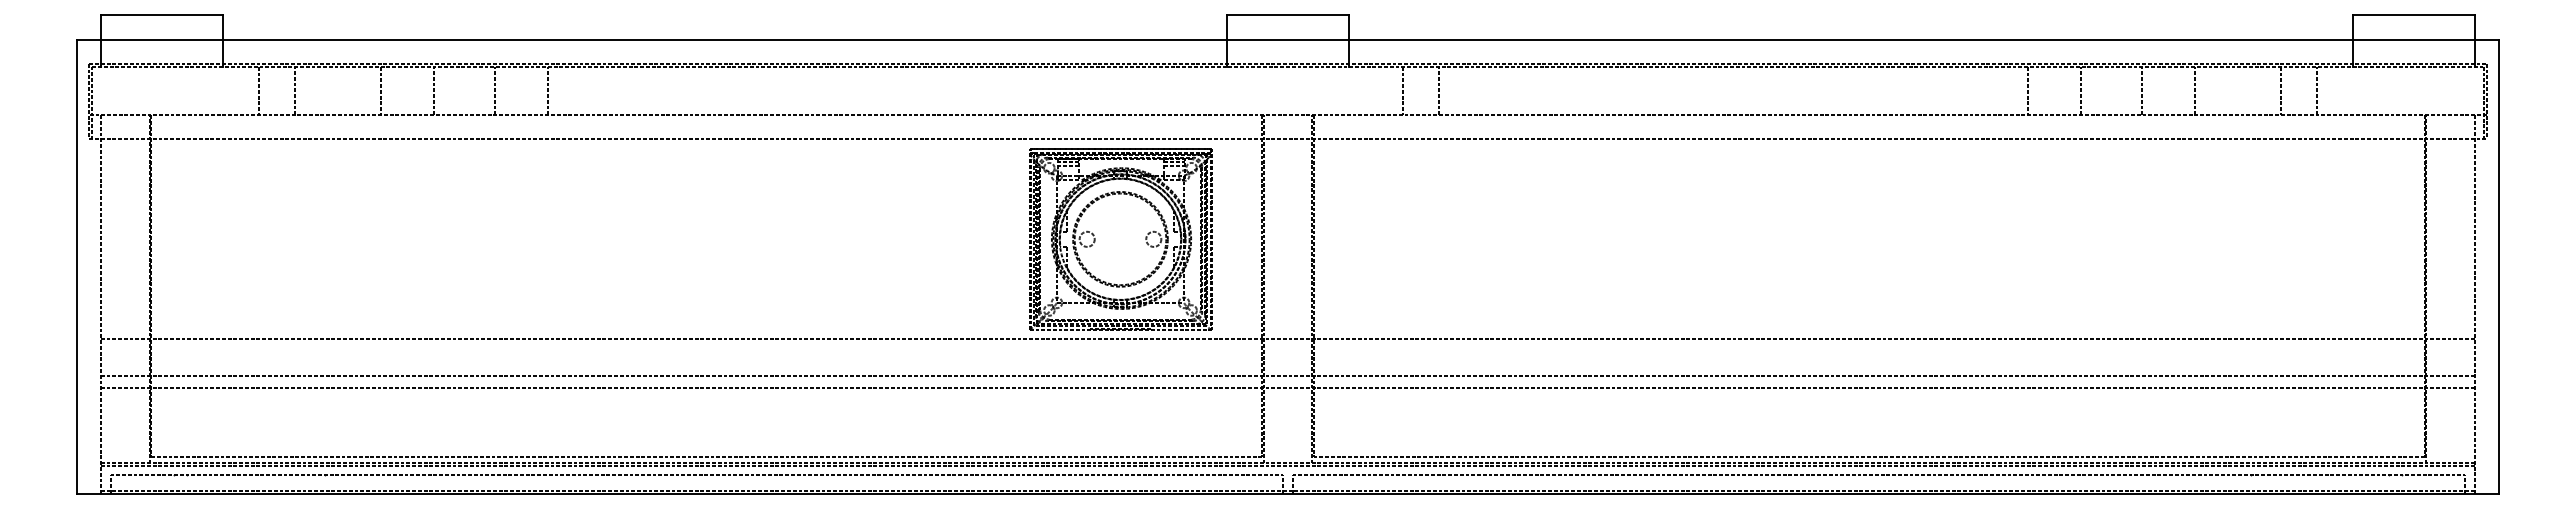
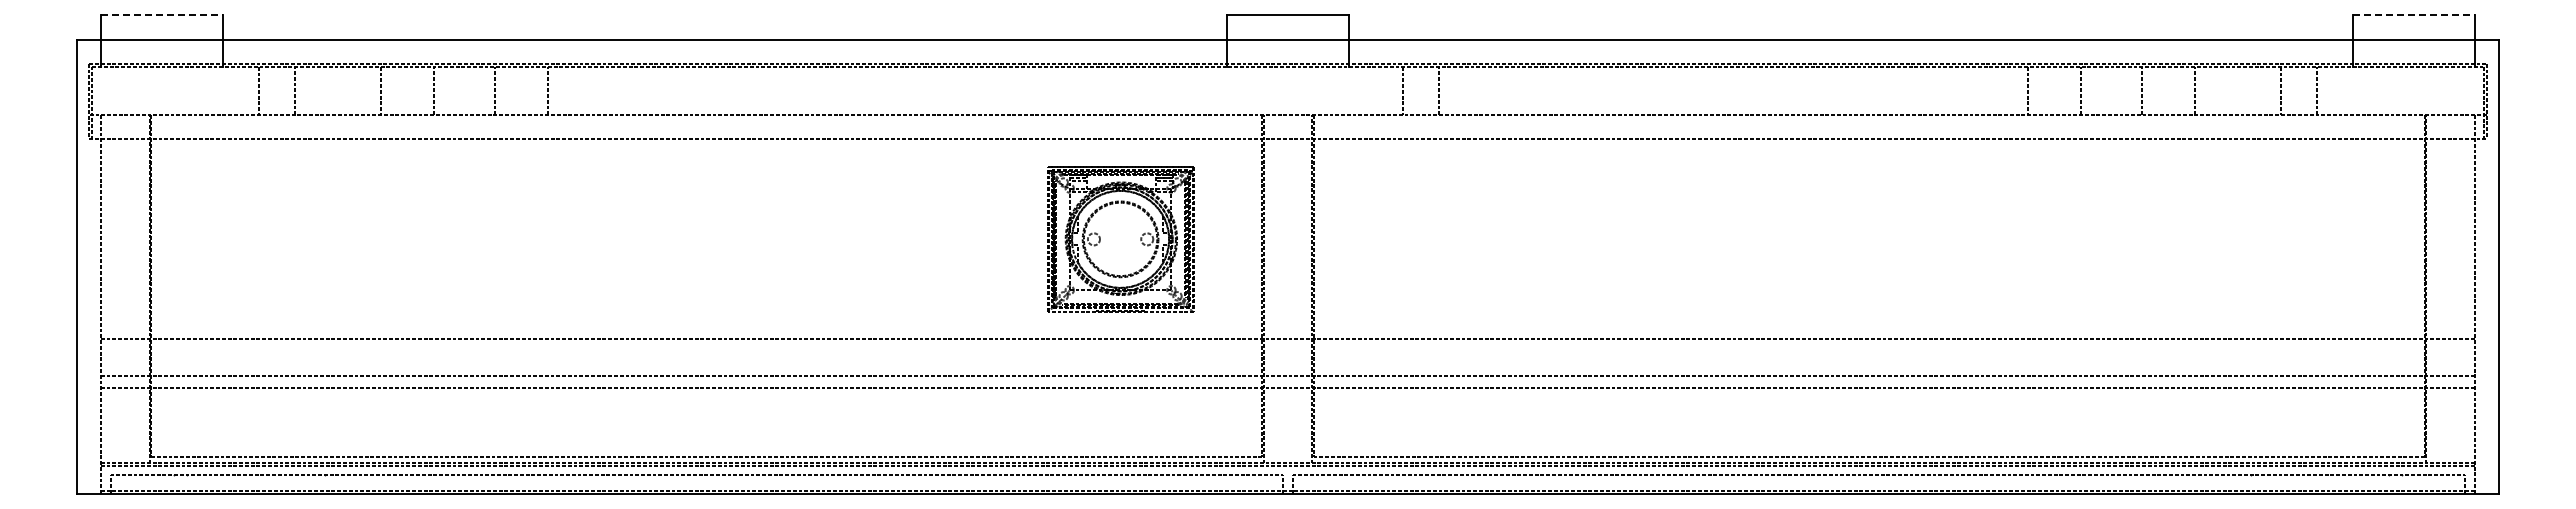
line at (162, 15): solid -> dashed
line at (2413, 15): solid -> dashed
part at (1120, 239) size: 184x183 px -> 148x147 px
